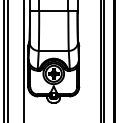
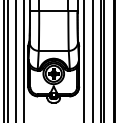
line at (15, 60): none -> present
line at (84, 60): none -> present
line at (92, 60): none -> present
